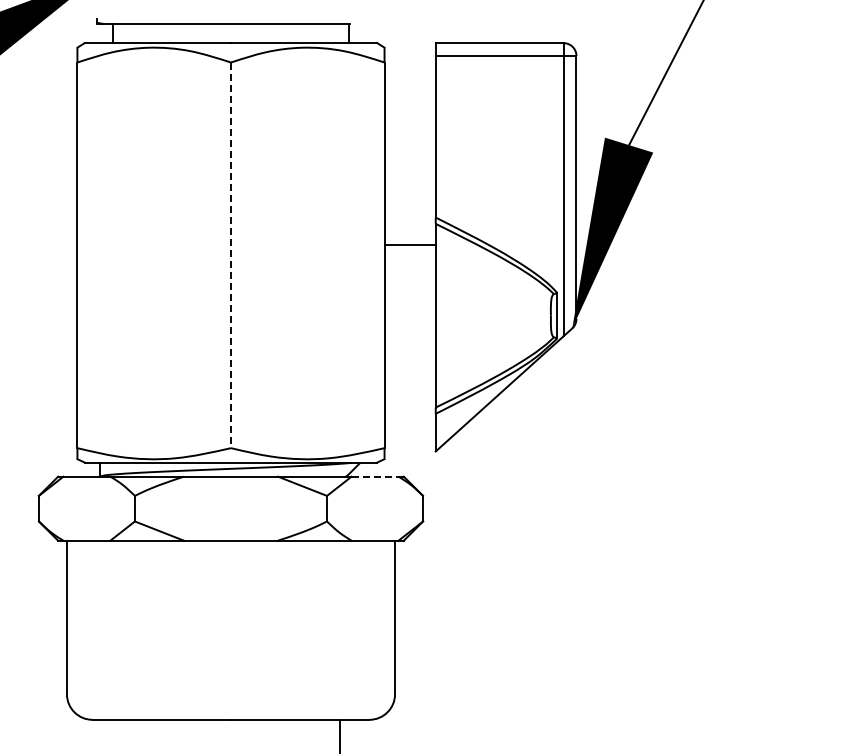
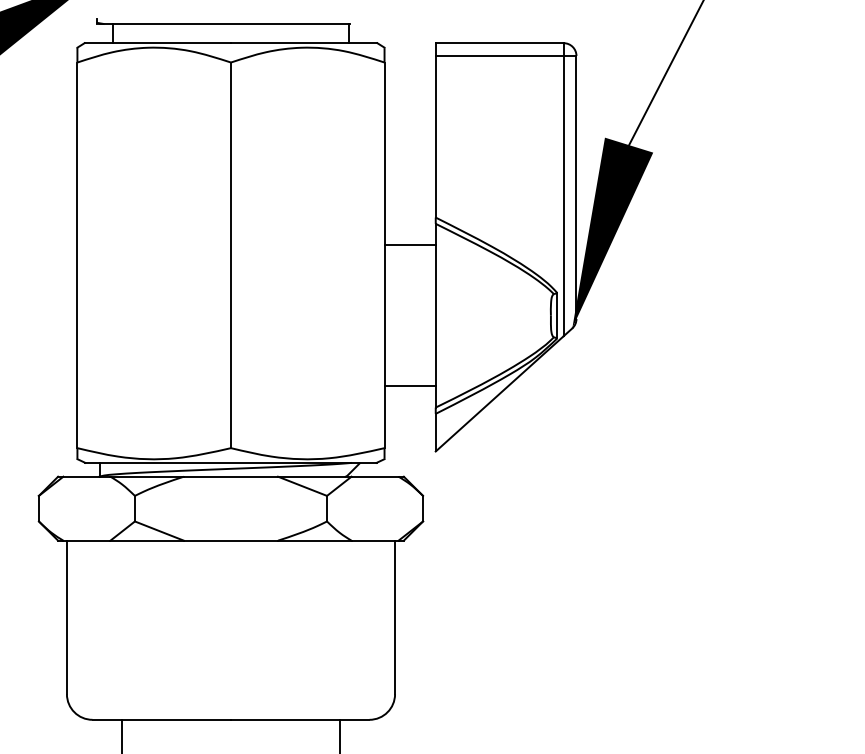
line at (230, 255): dashed -> solid
line at (409, 386): none -> present
line at (375, 476): dashed -> solid
line at (122, 734): none -> present
